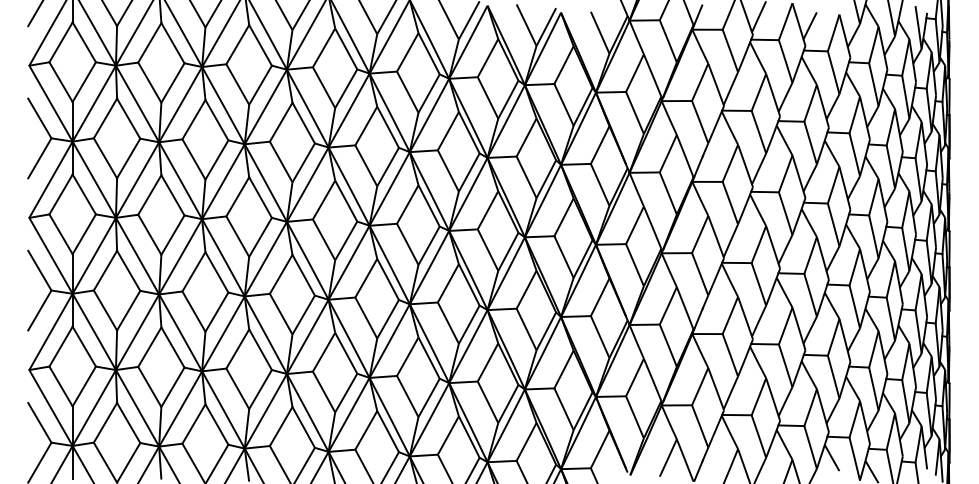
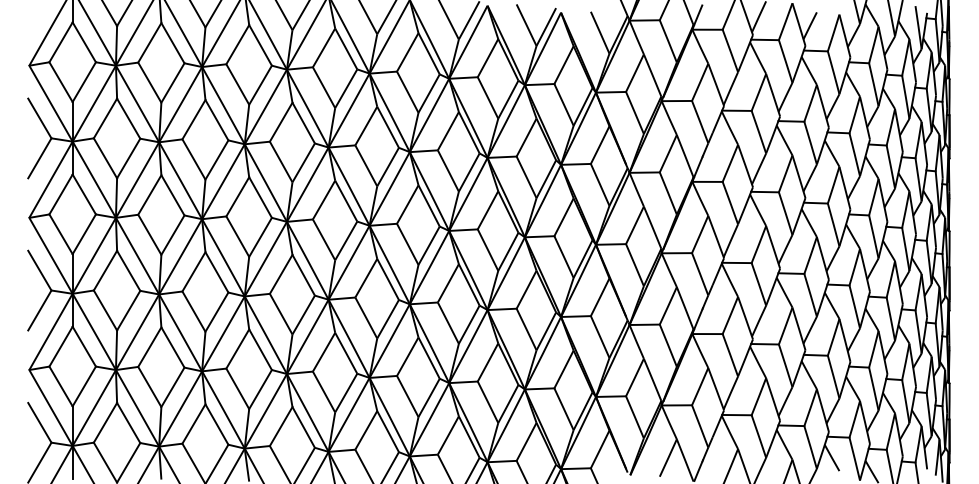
line at (34, 14): present -> none
